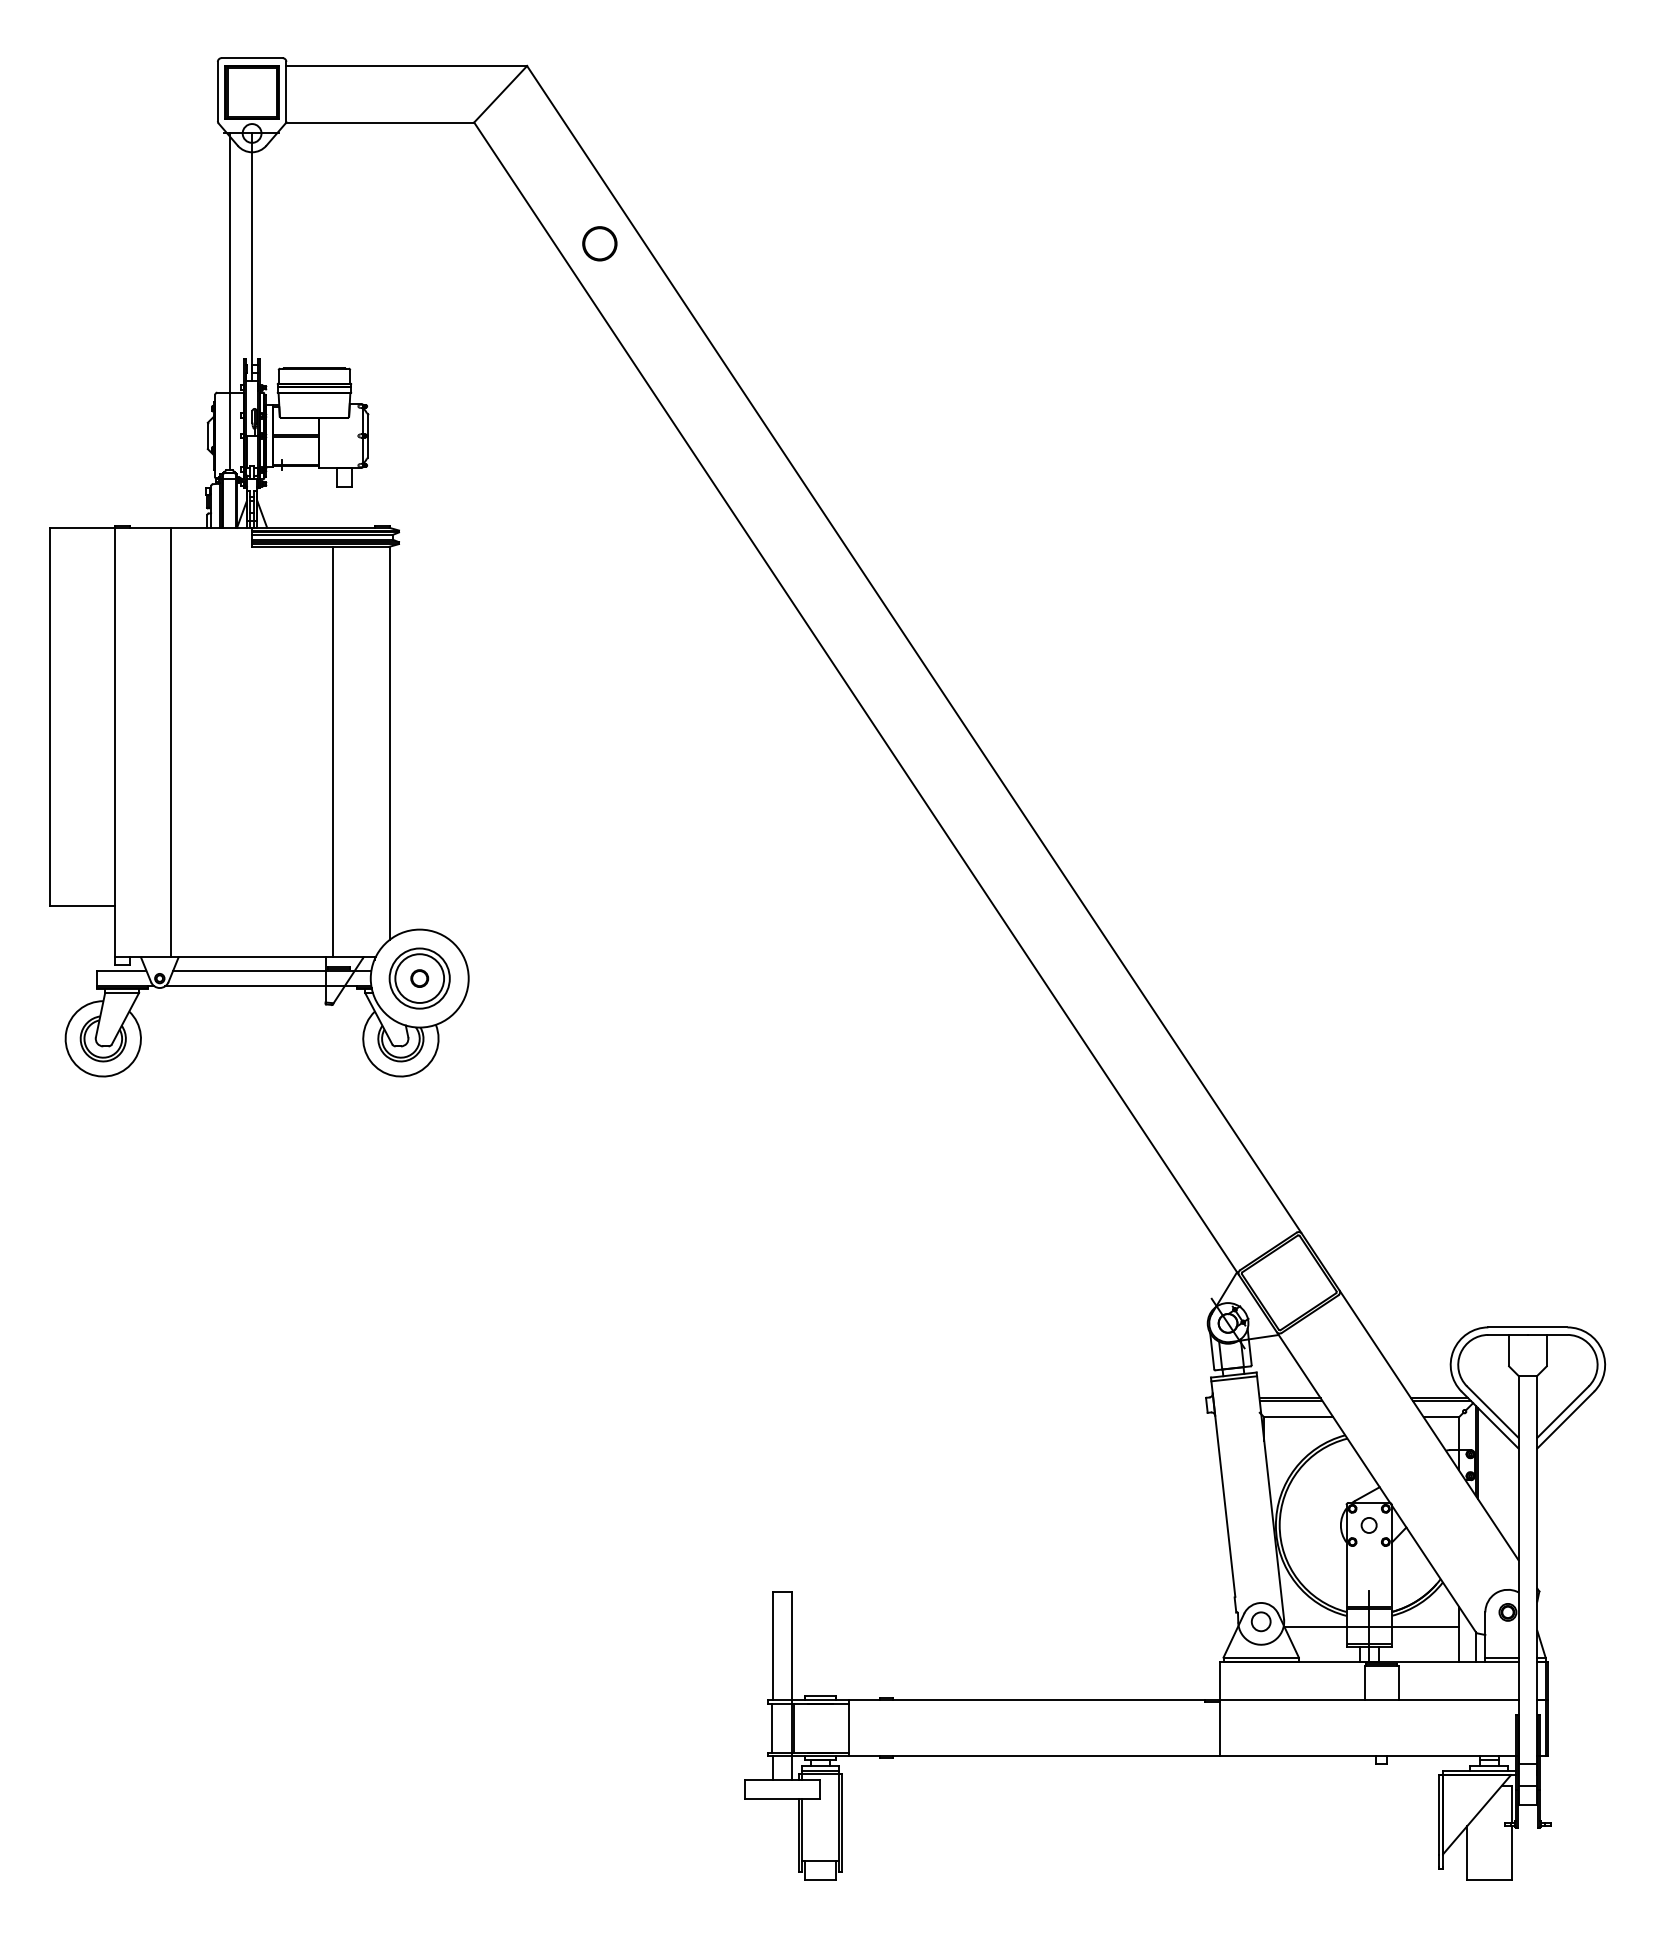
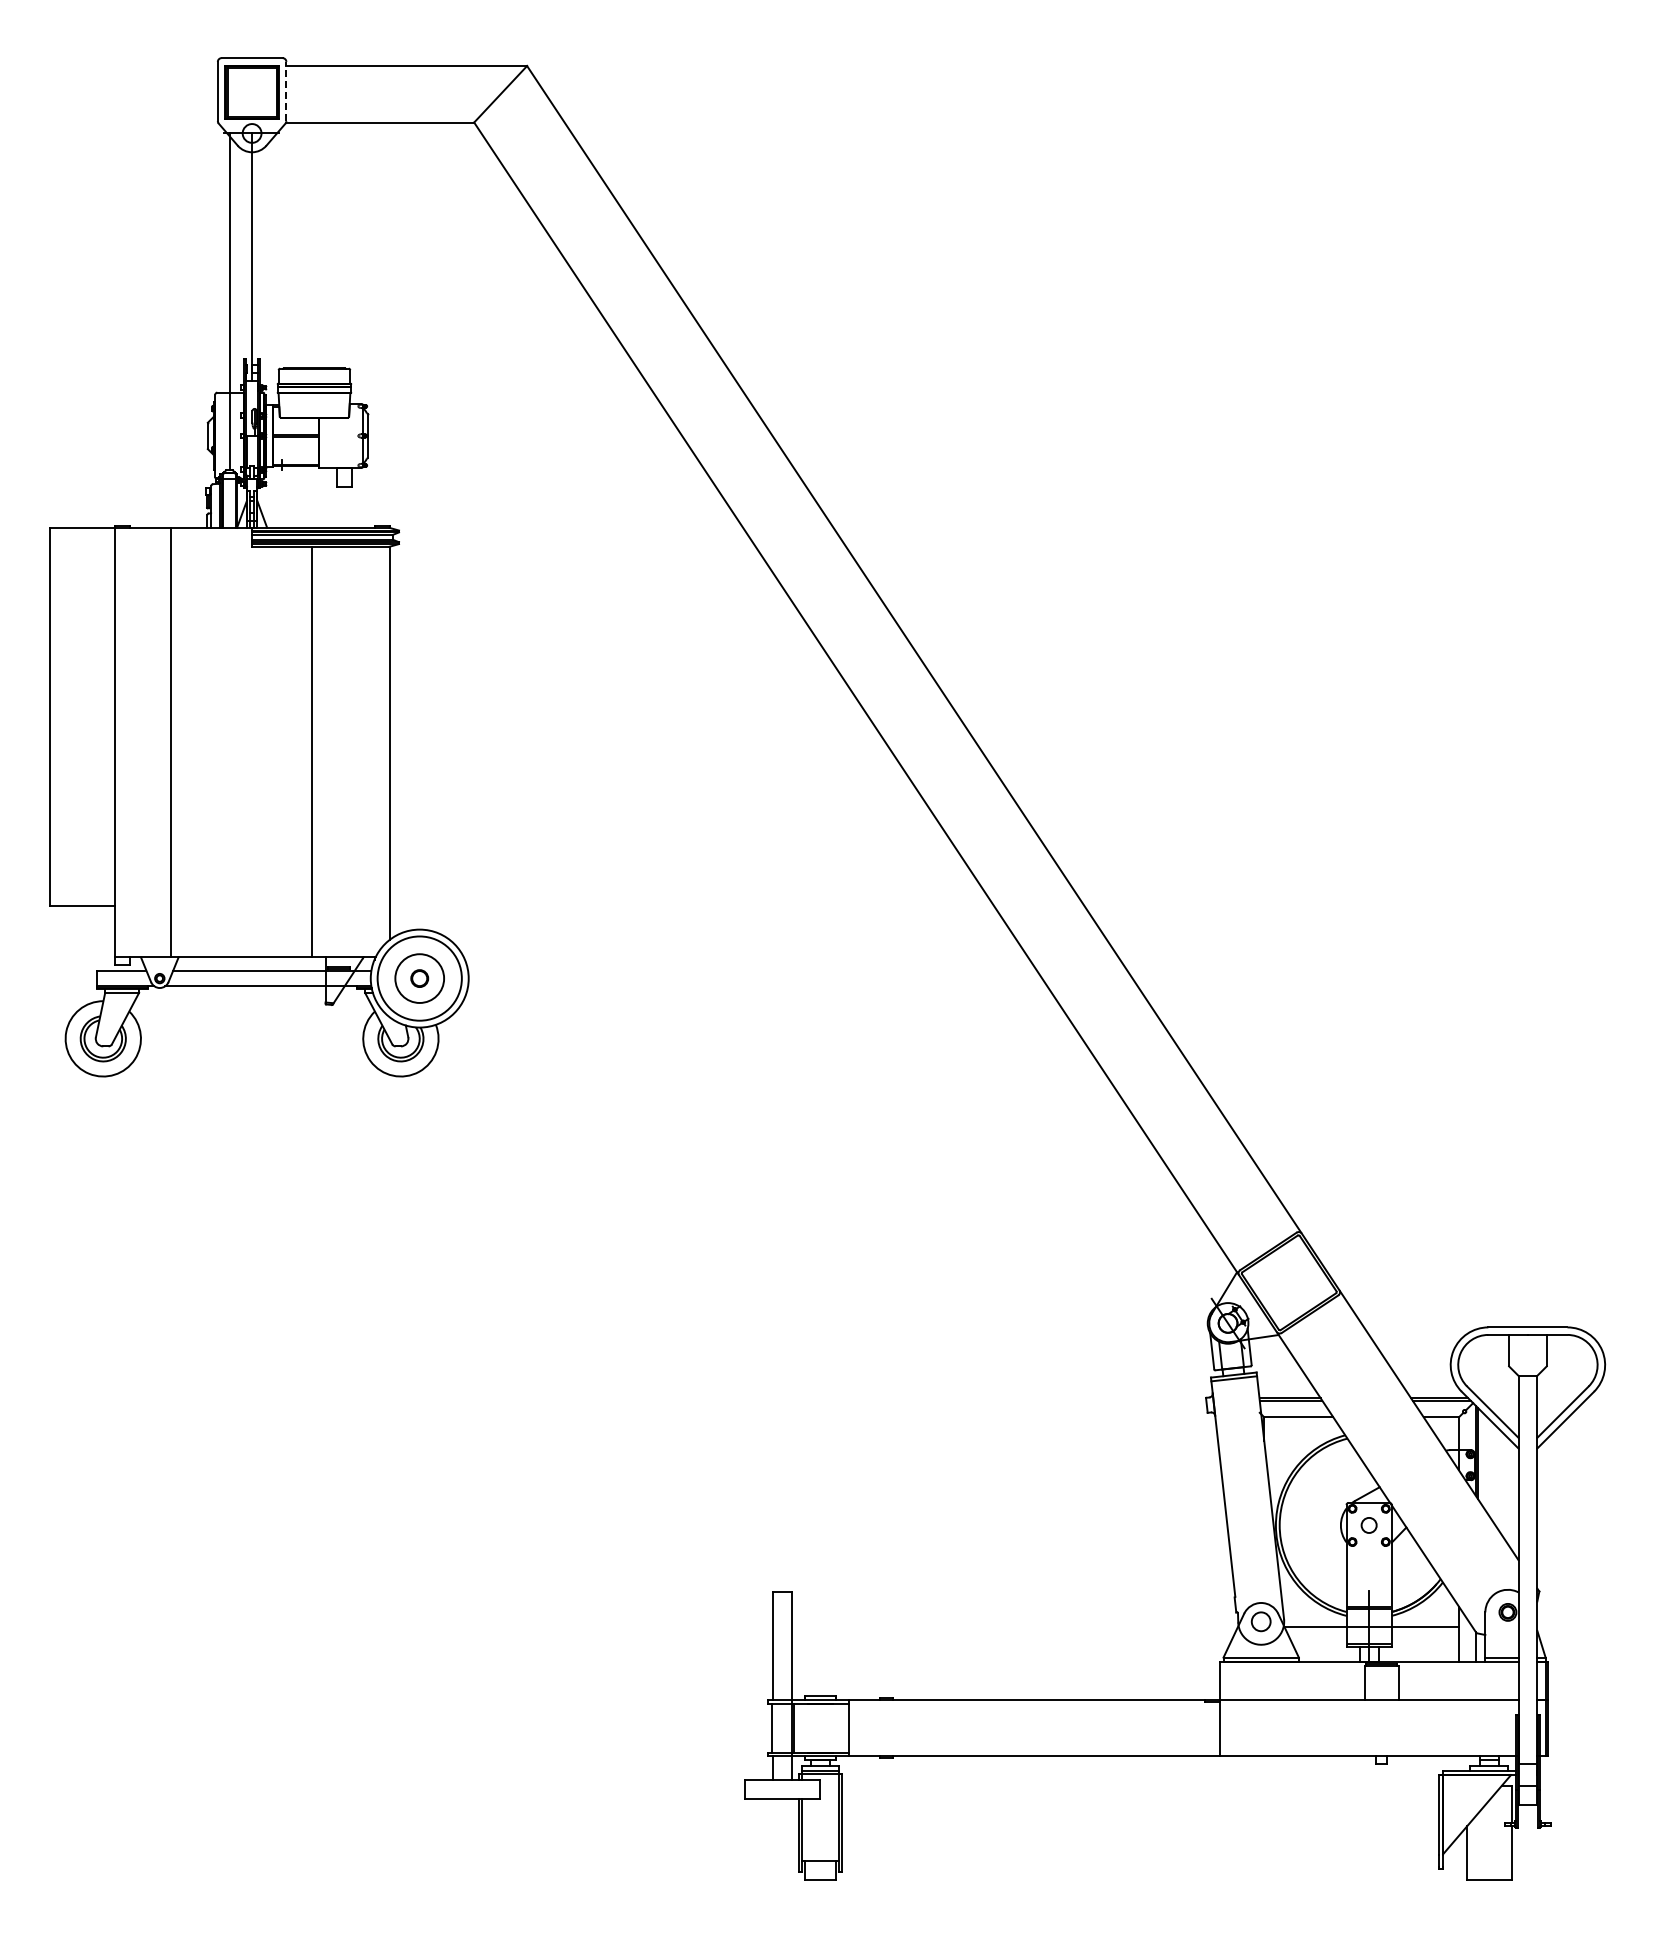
line at (286, 91): solid -> dashed
circle at (599, 243): present -> none
line at (333, 751) position: (333, 751) -> (312, 751)
circle at (419, 978) diameter: 60 px -> 84 px
